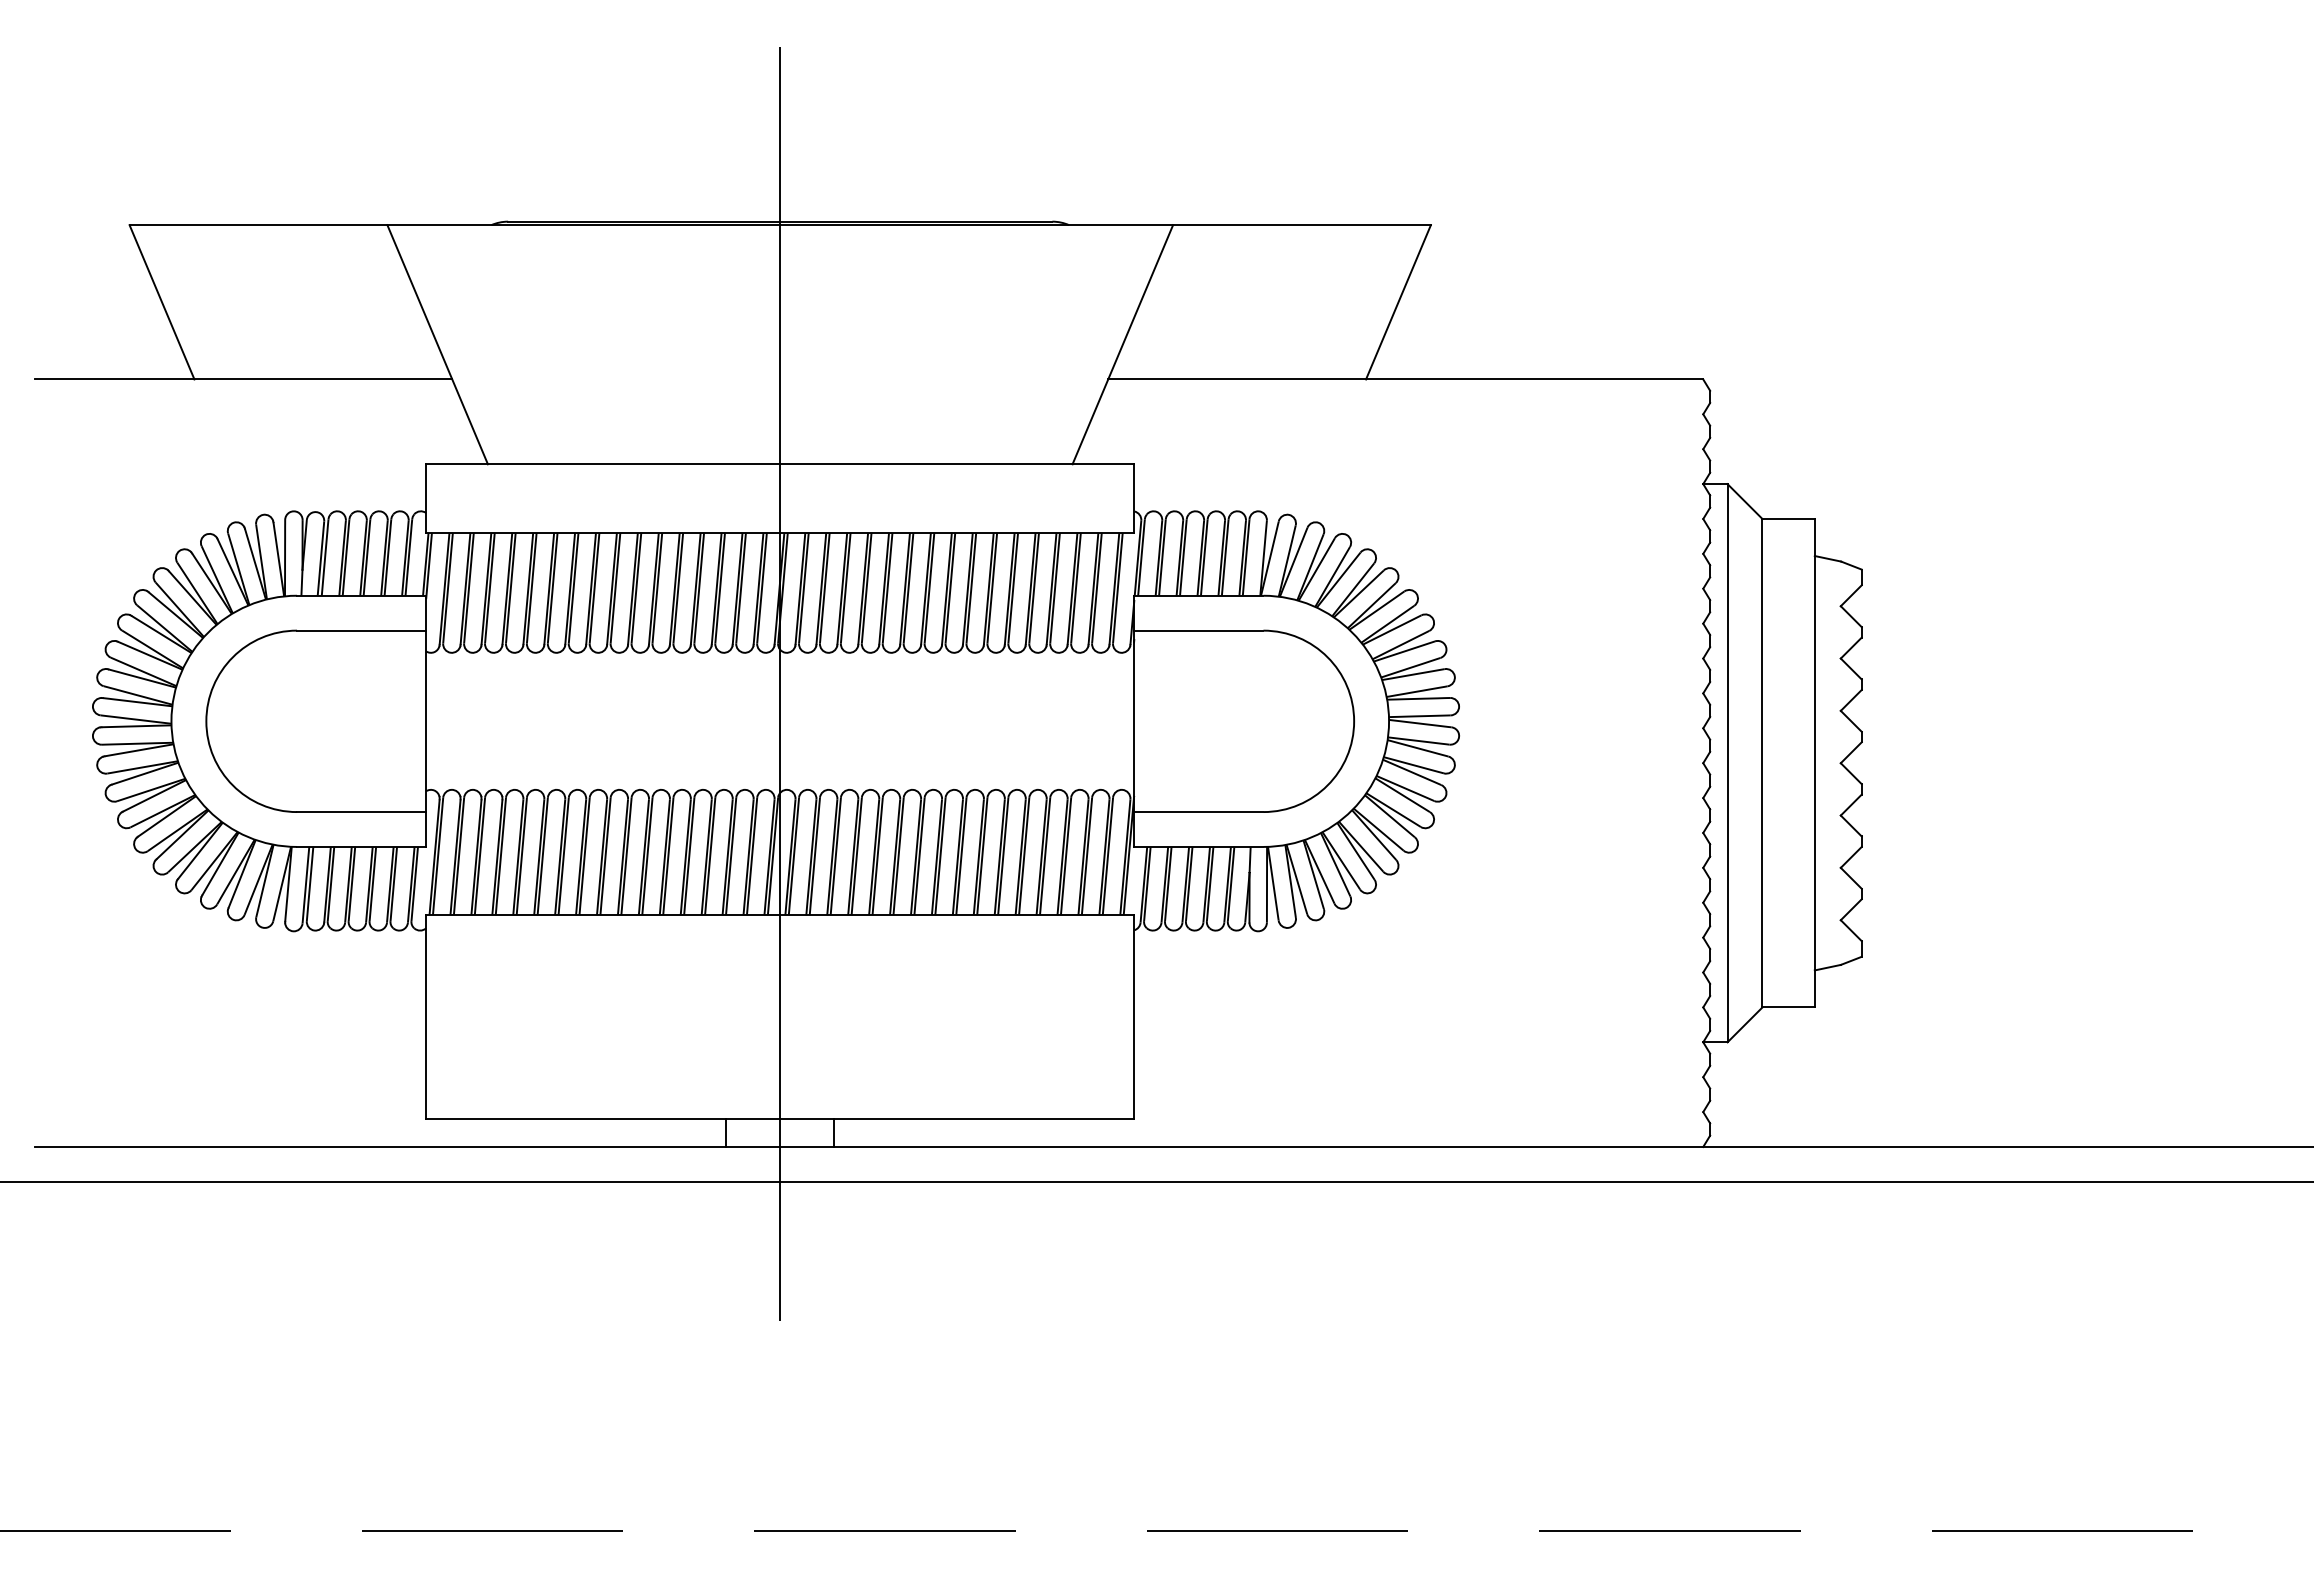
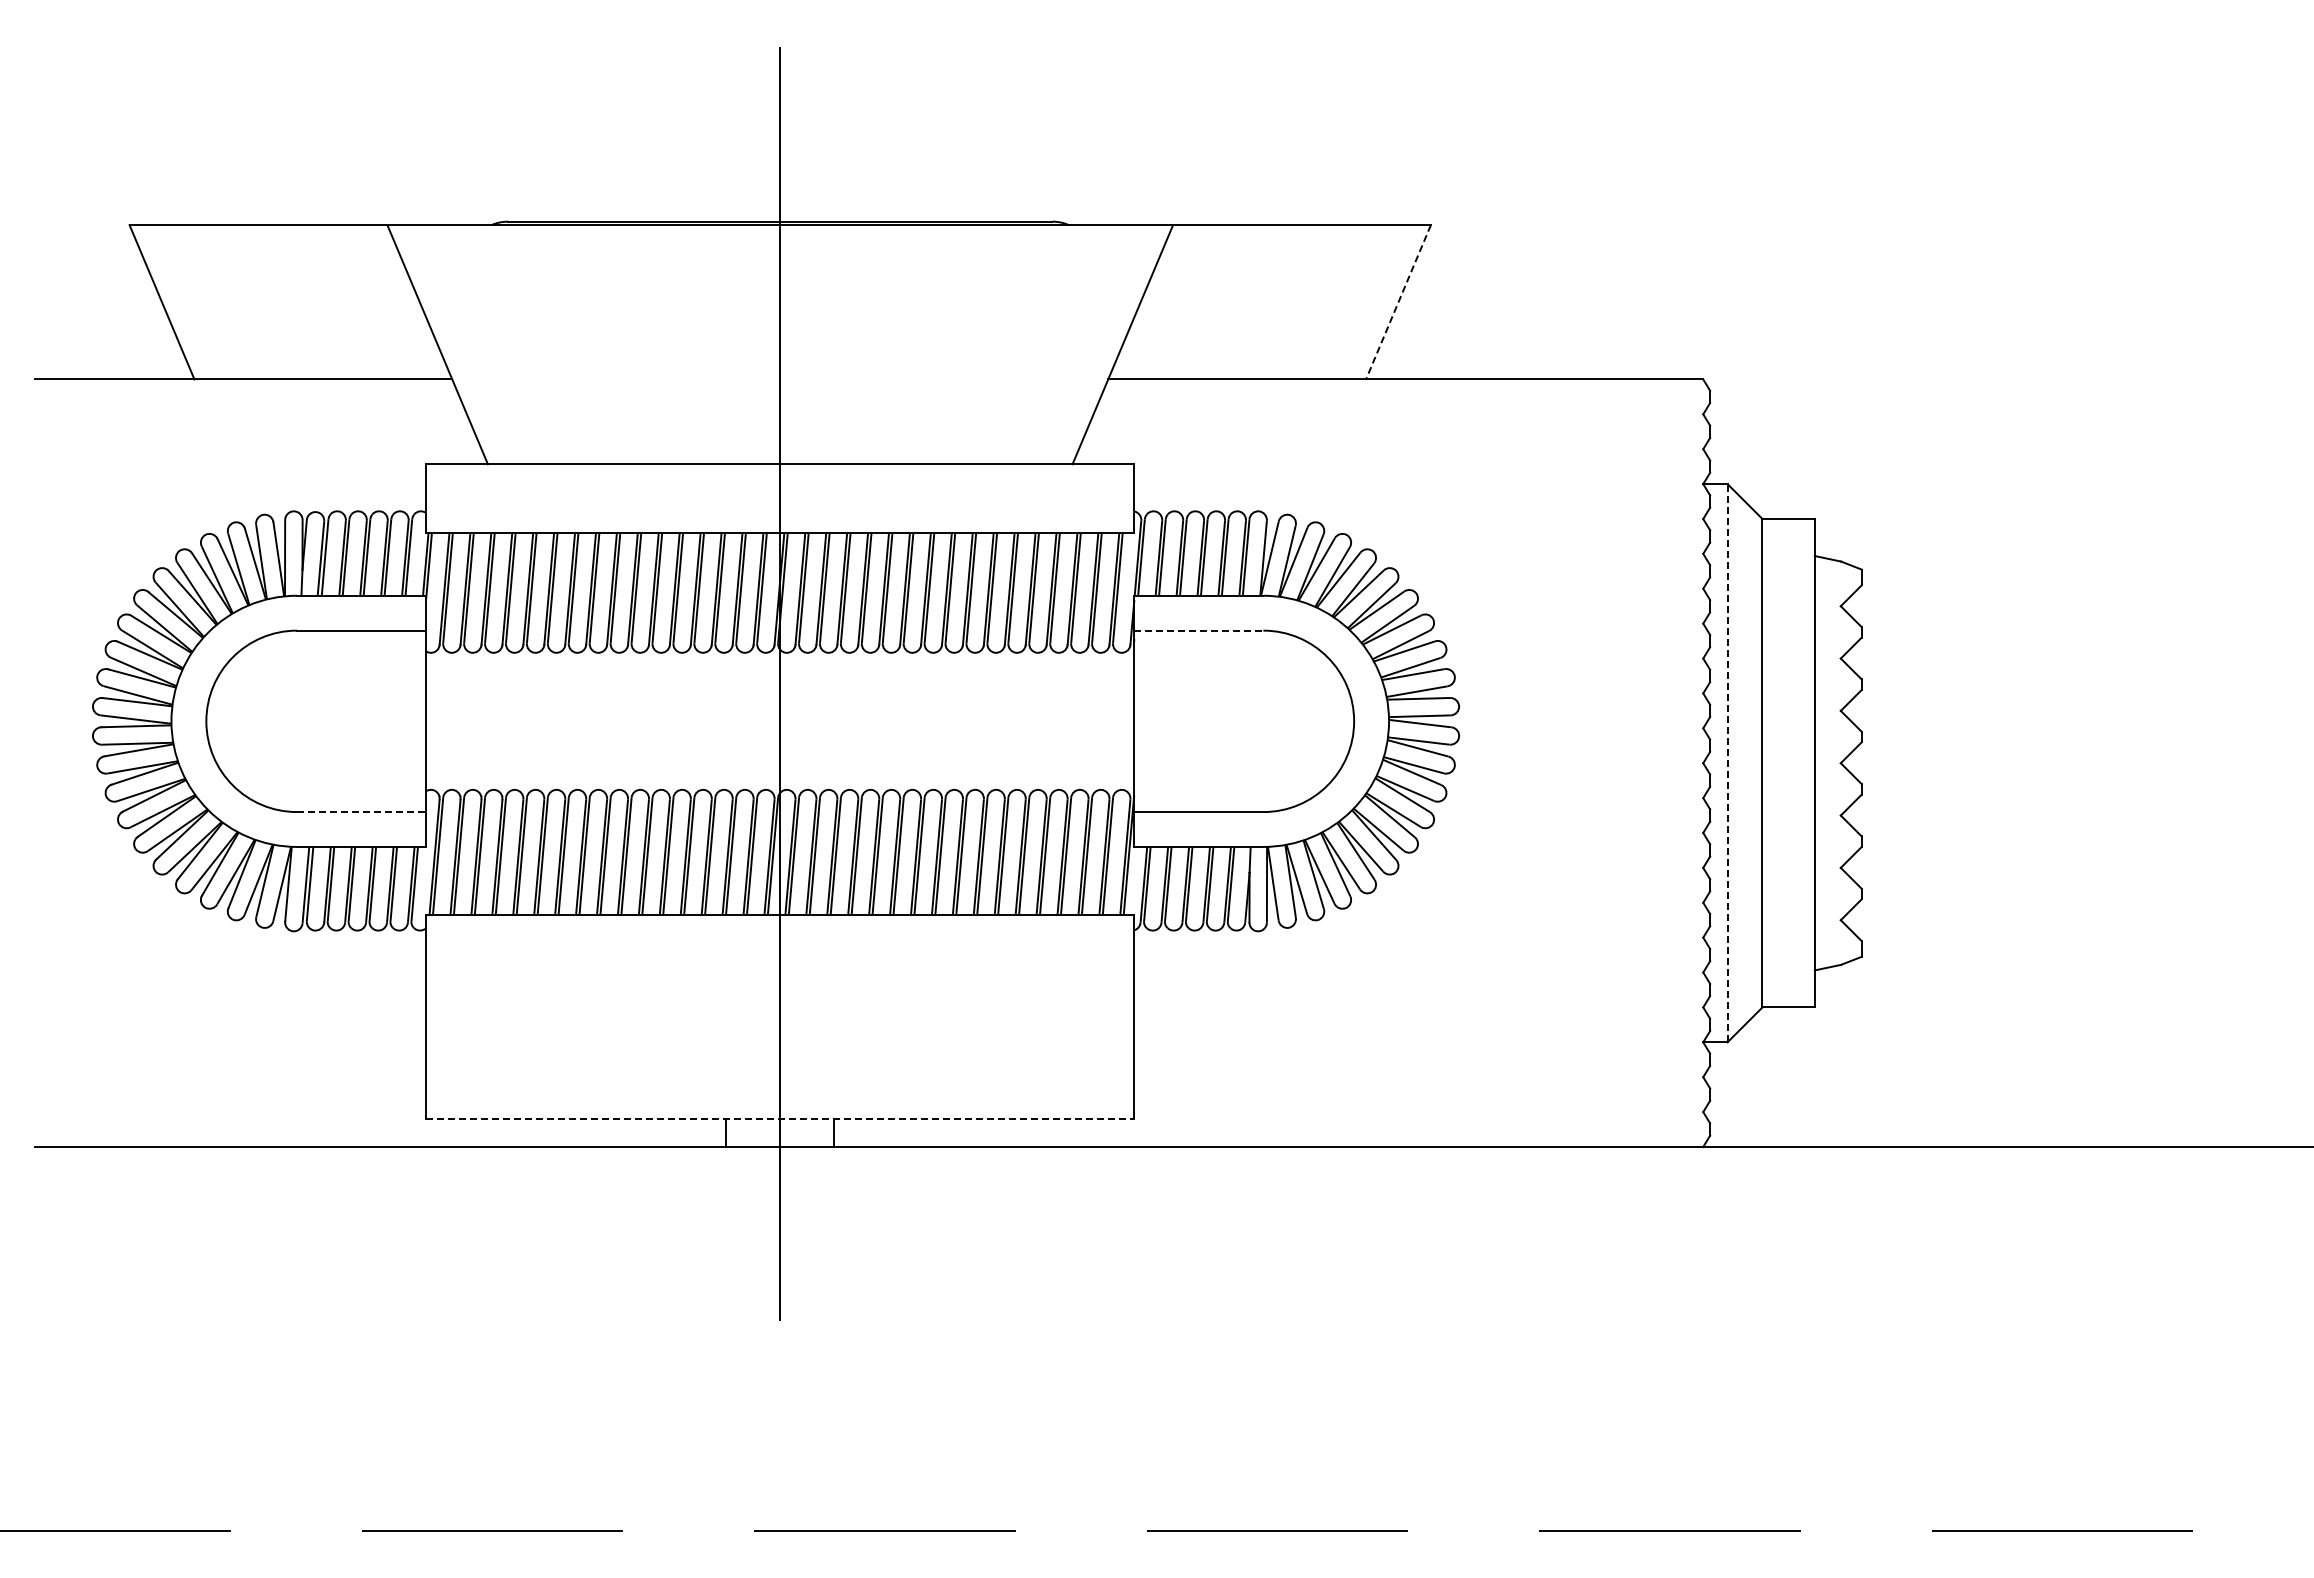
line at (1398, 302): solid -> dashed
line at (1198, 630): solid -> dashed
line at (1727, 762): solid -> dashed
line at (361, 812): solid -> dashed
line at (780, 1119): solid -> dashed
line at (1156, 1181): present -> none
